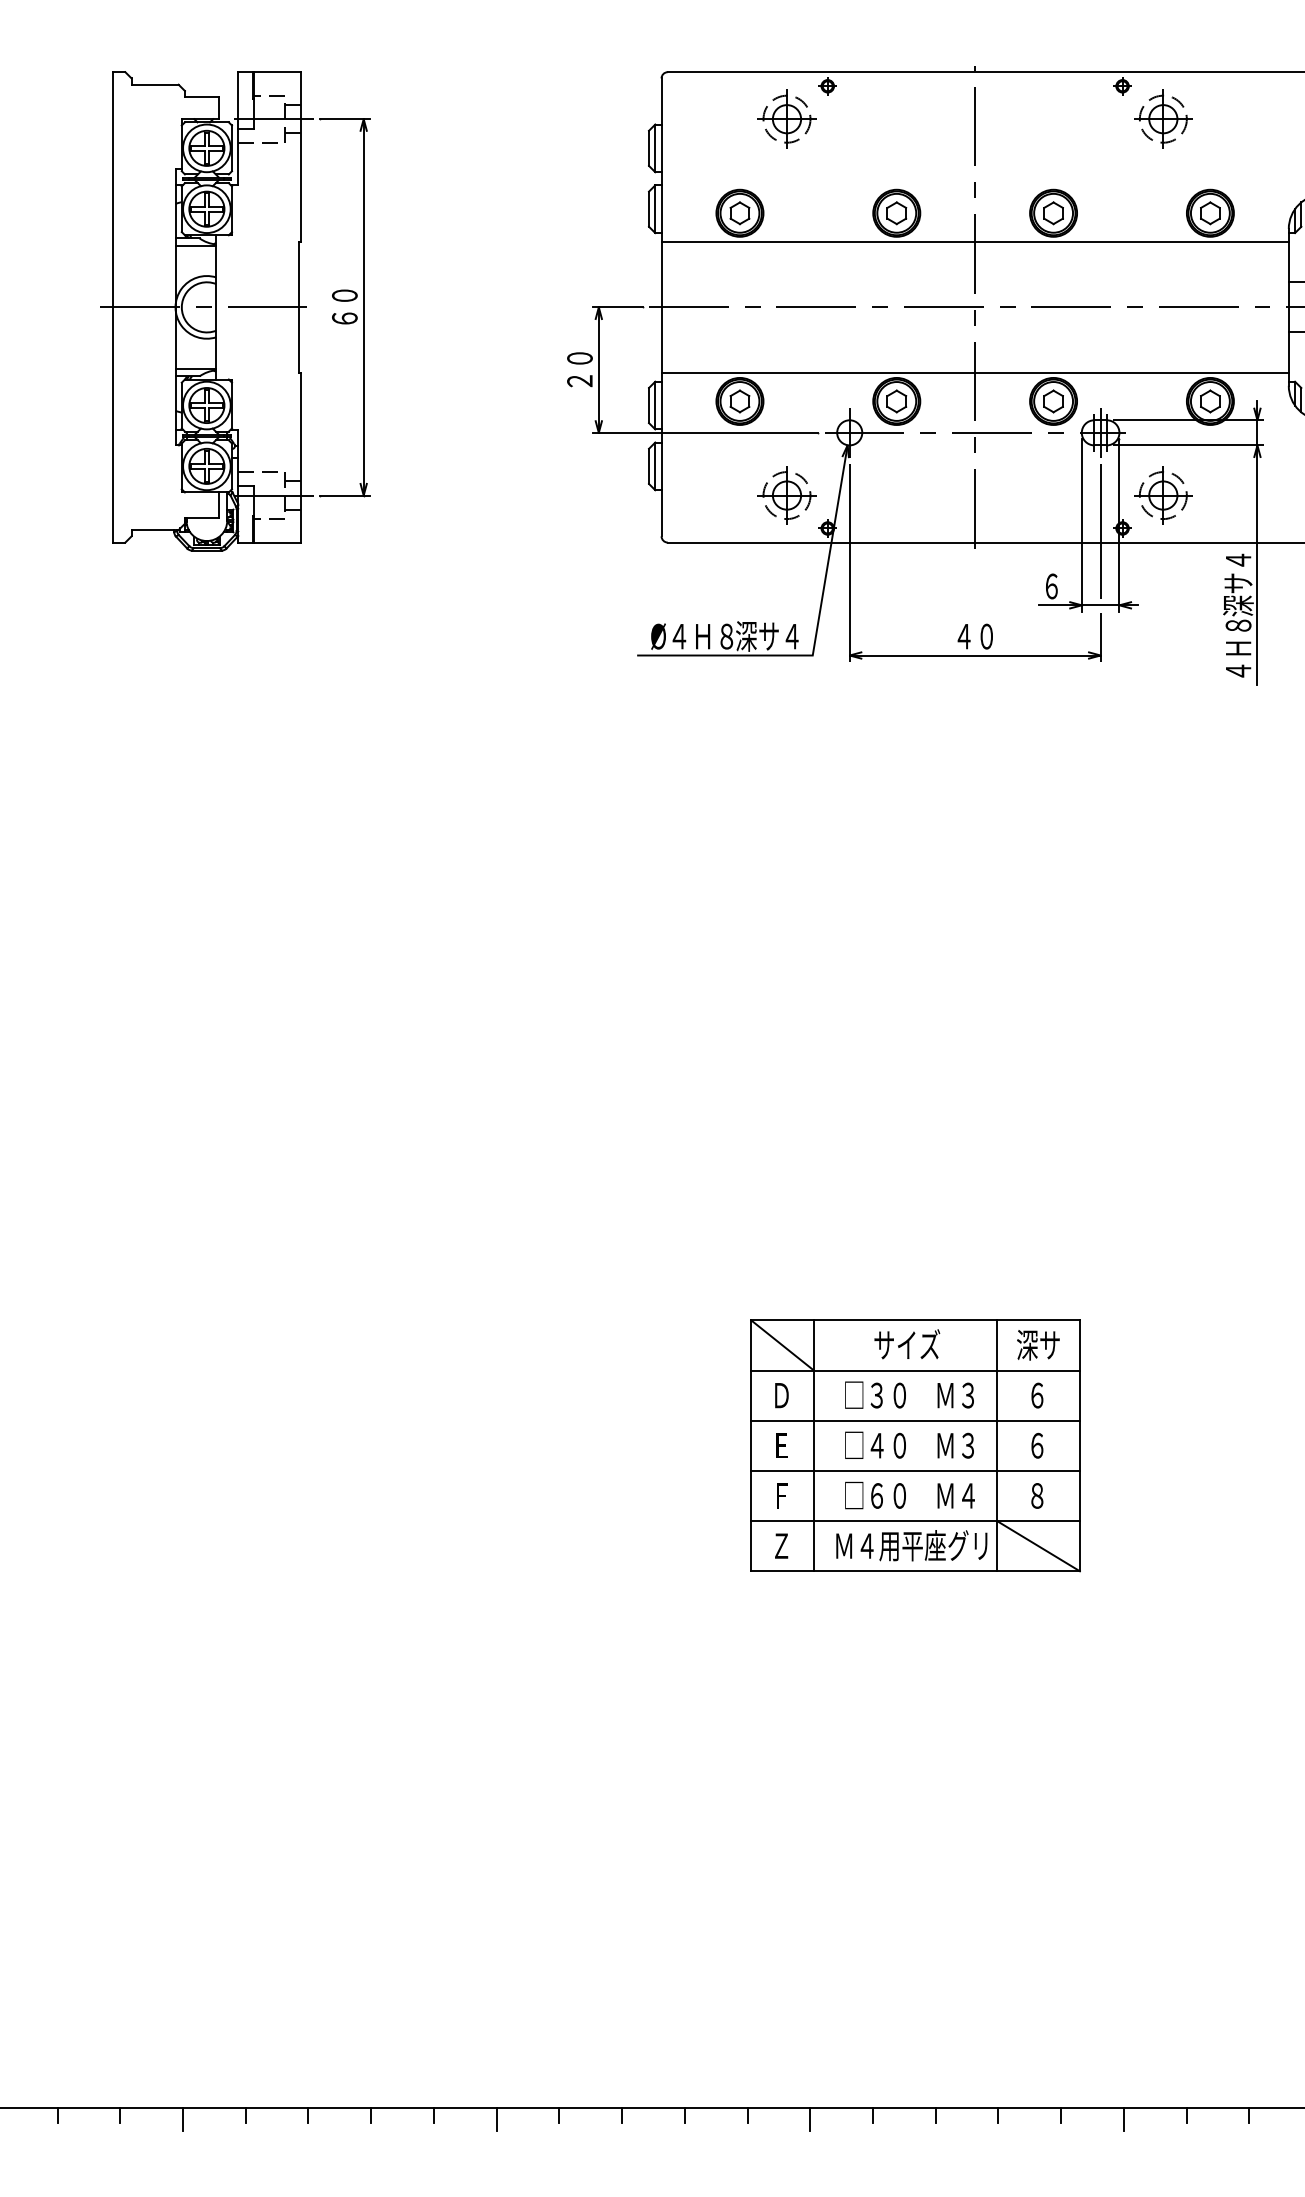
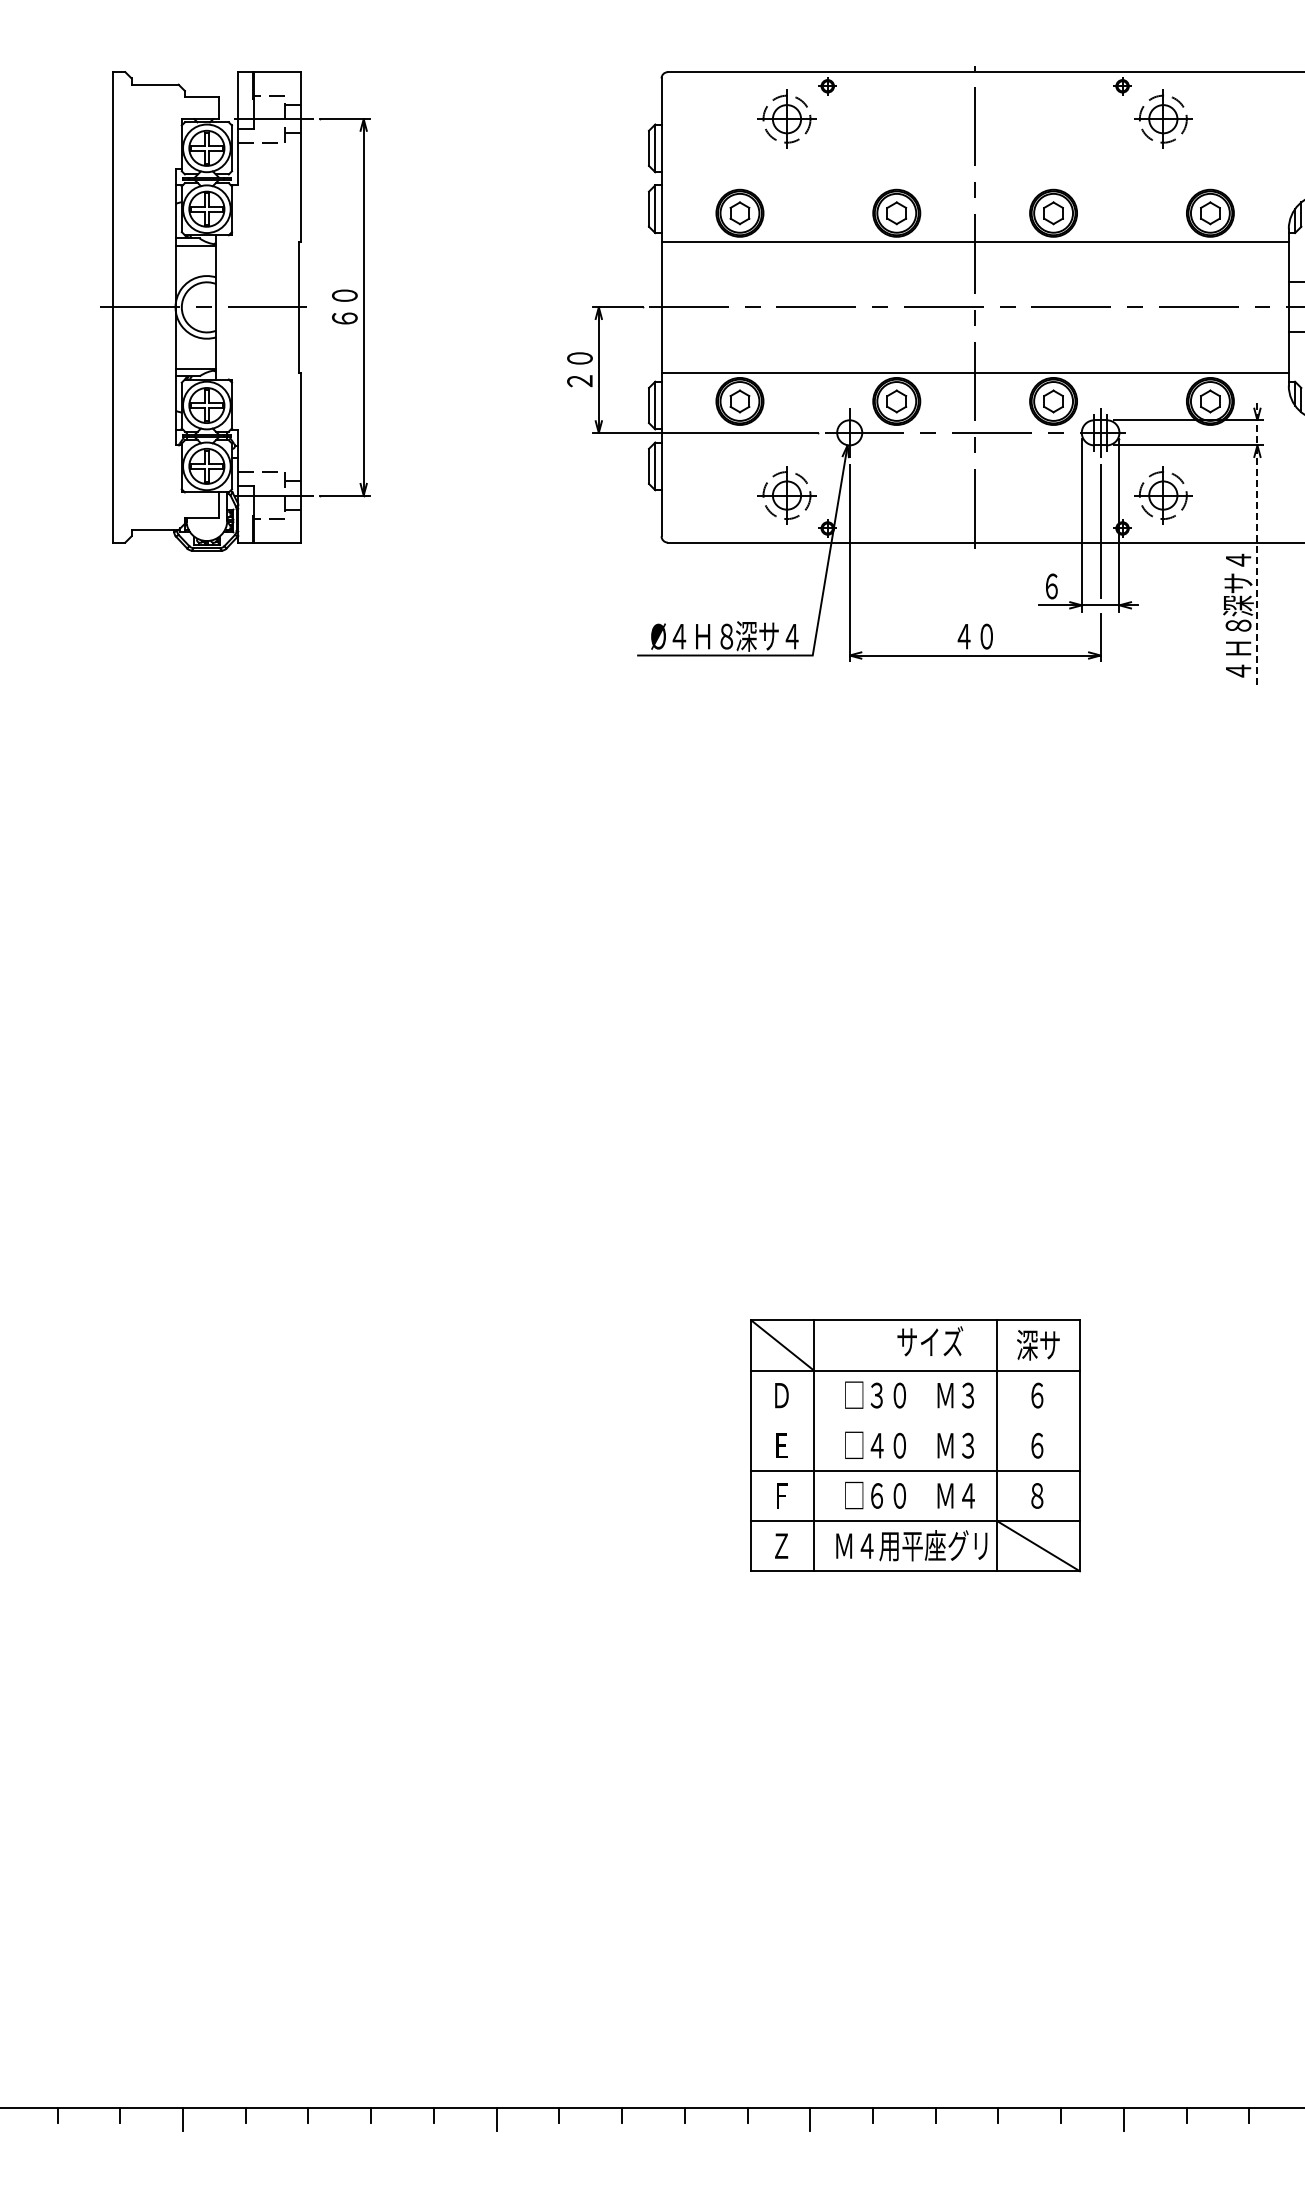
line at (1257, 543): solid -> dashed
text at (907, 1344) position: (907, 1344) -> (930, 1341)
line at (915, 1420): present -> none
